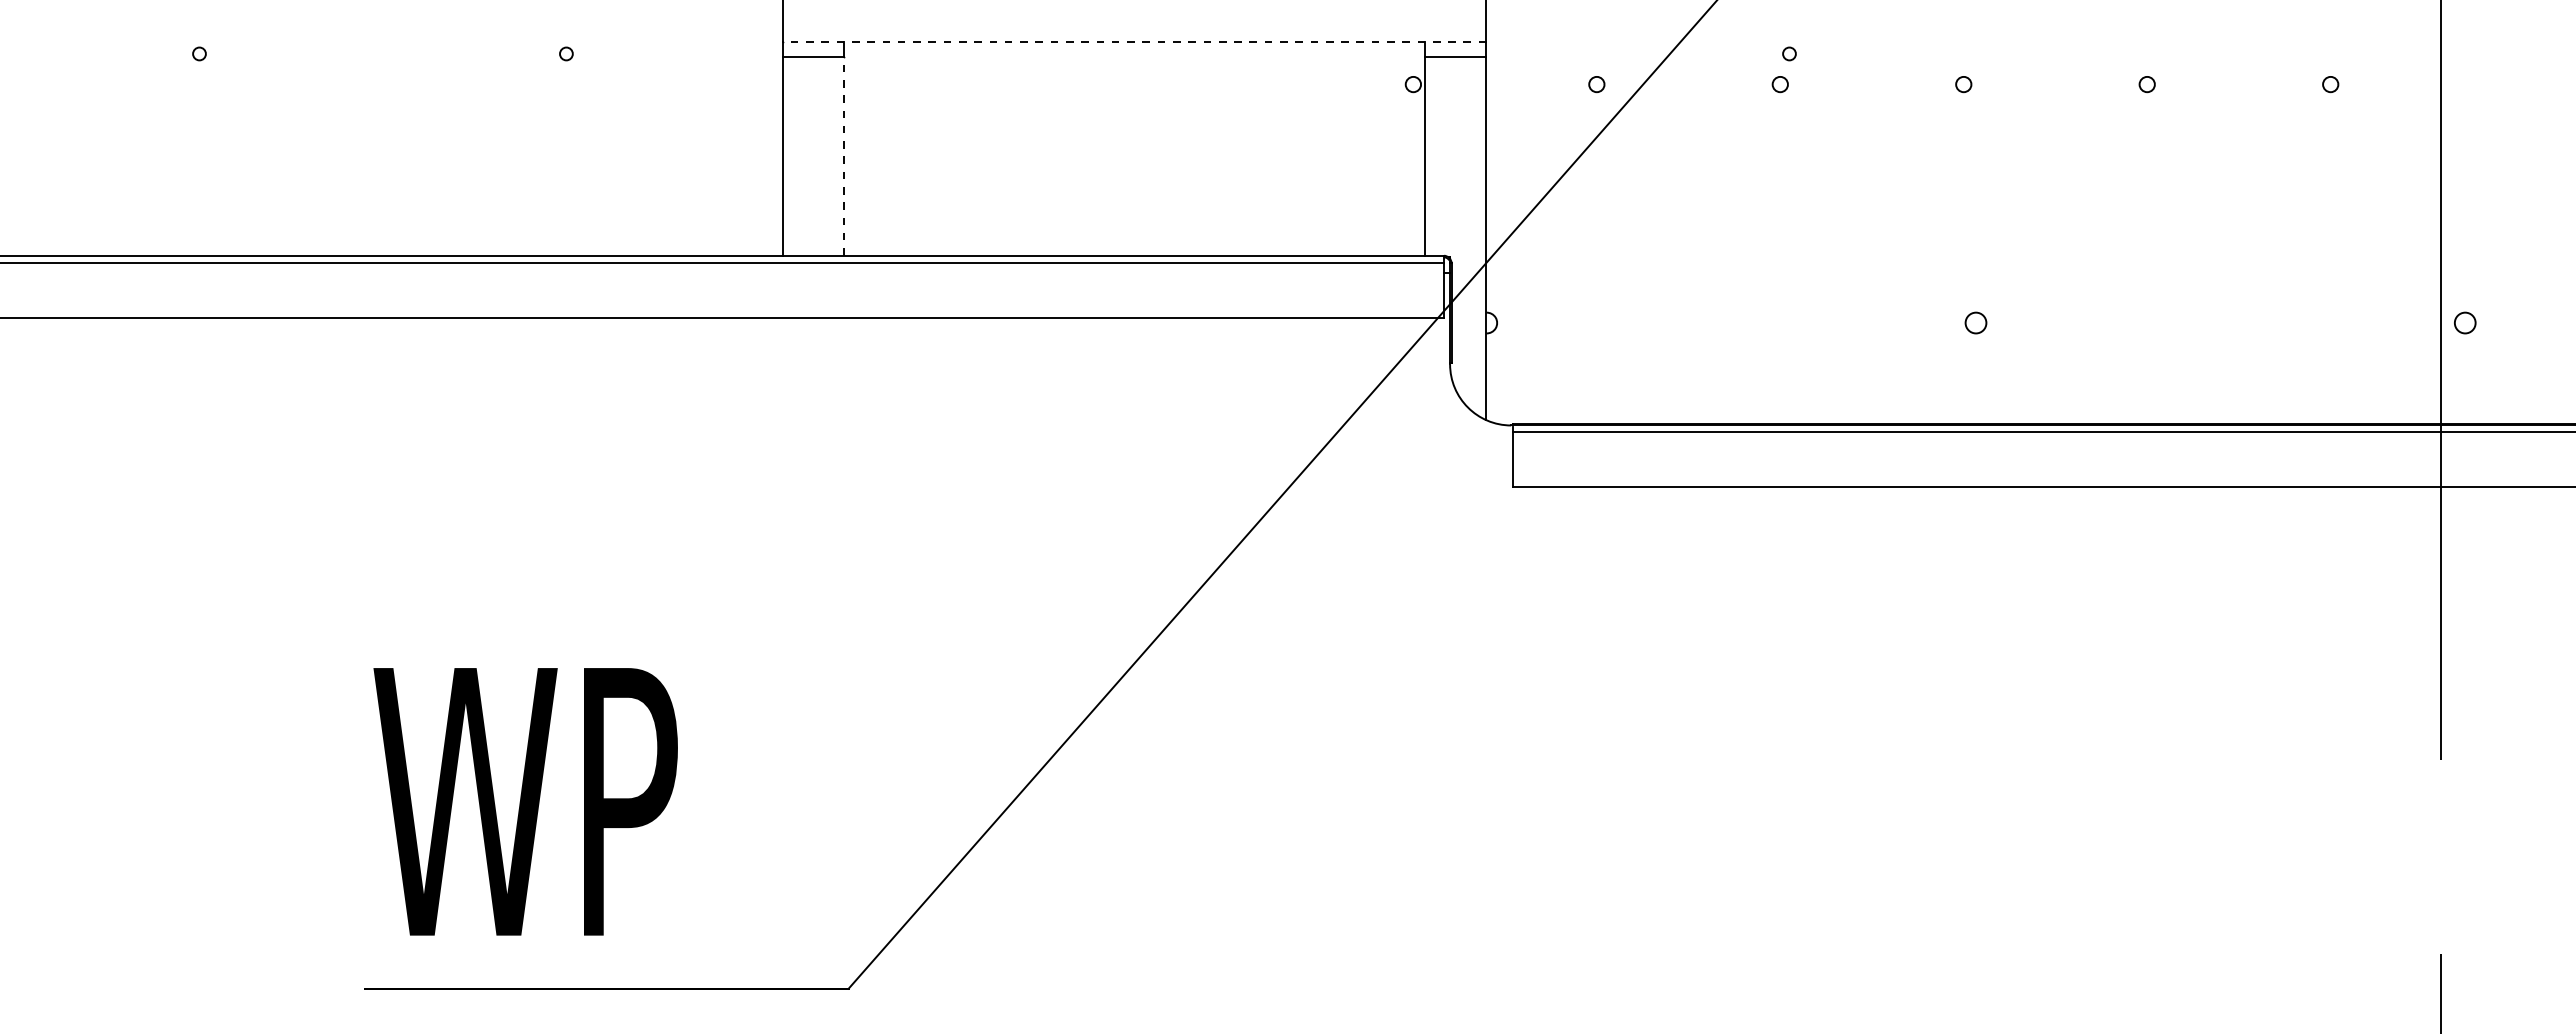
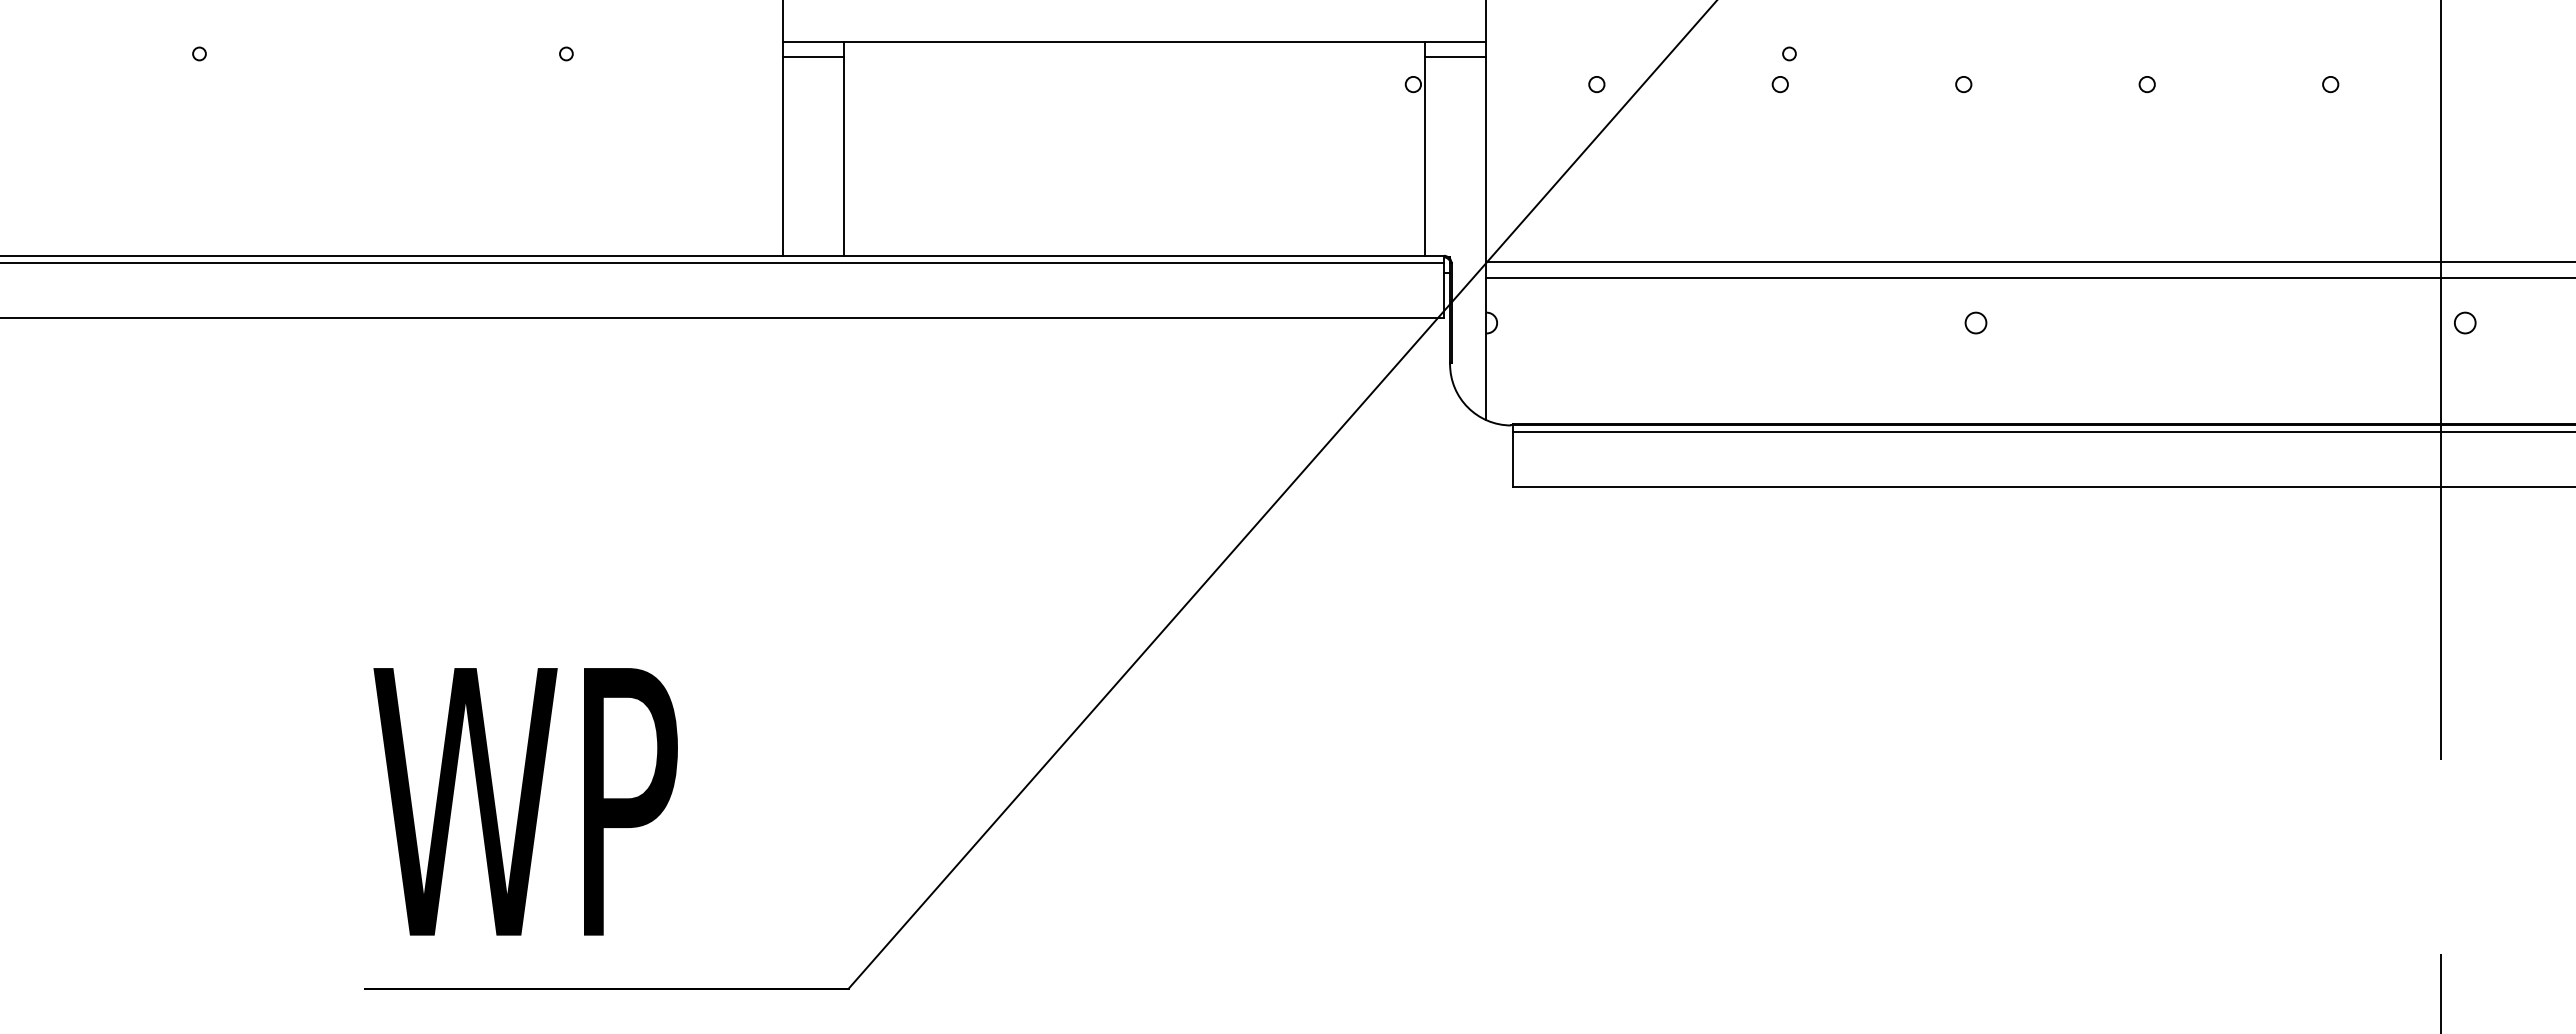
line at (1134, 41): dashed -> solid
line at (844, 155): dashed -> solid
line at (2029, 261): none -> present
line at (2029, 278): none -> present
